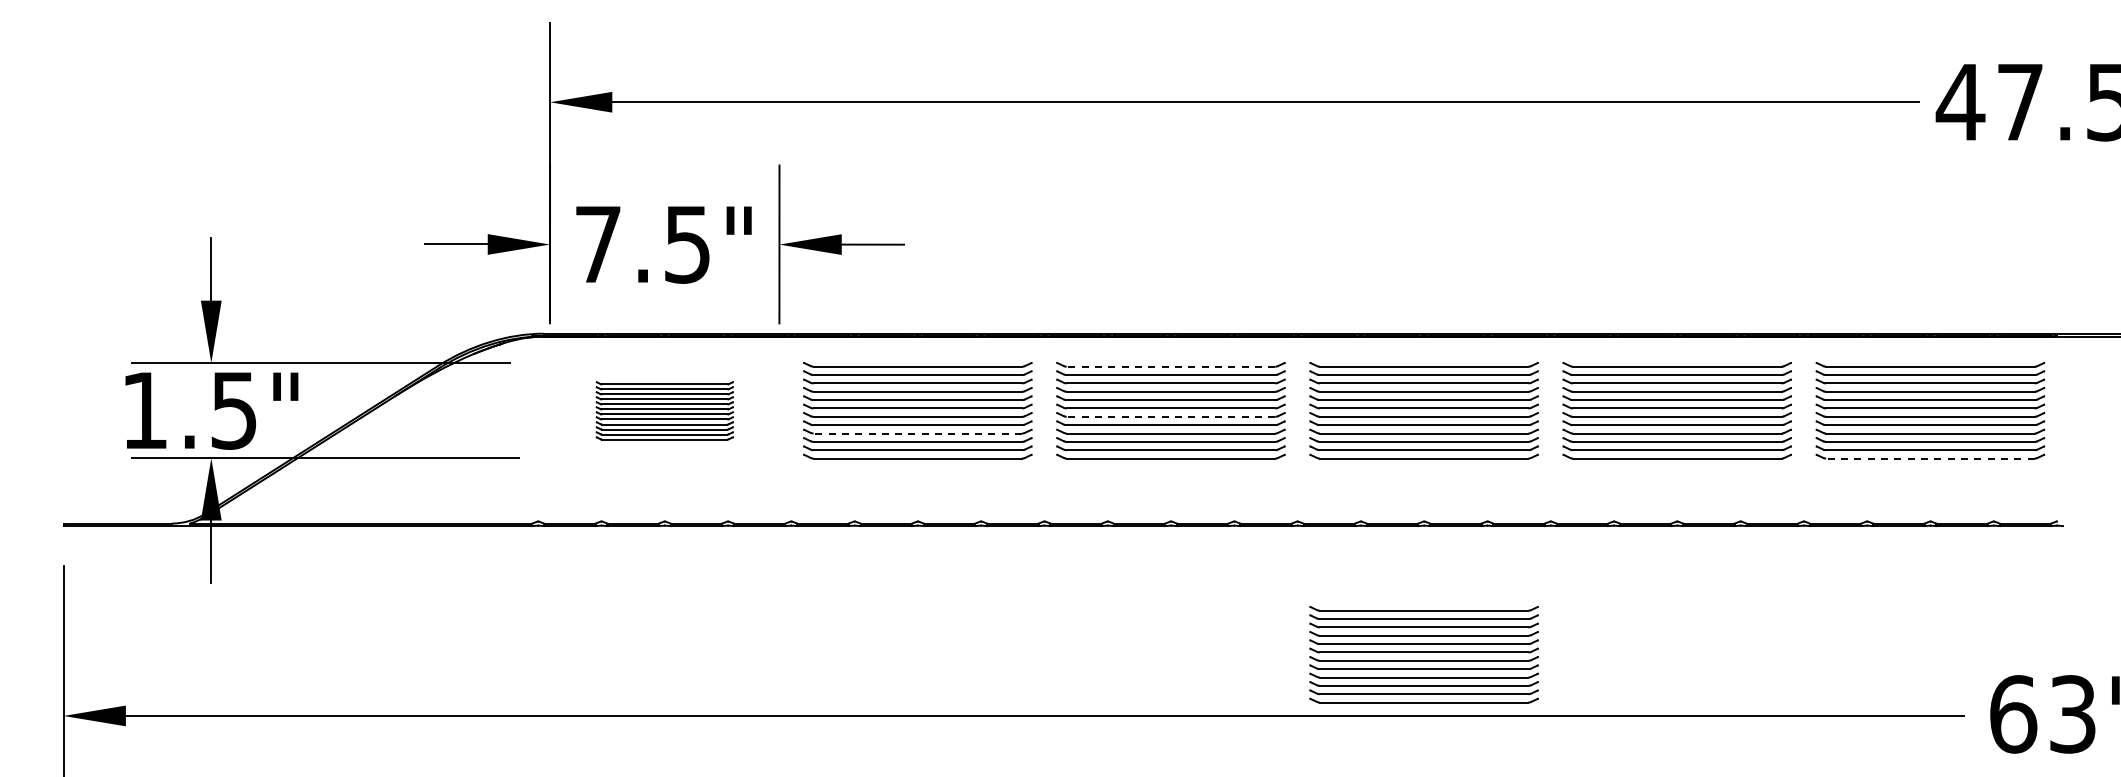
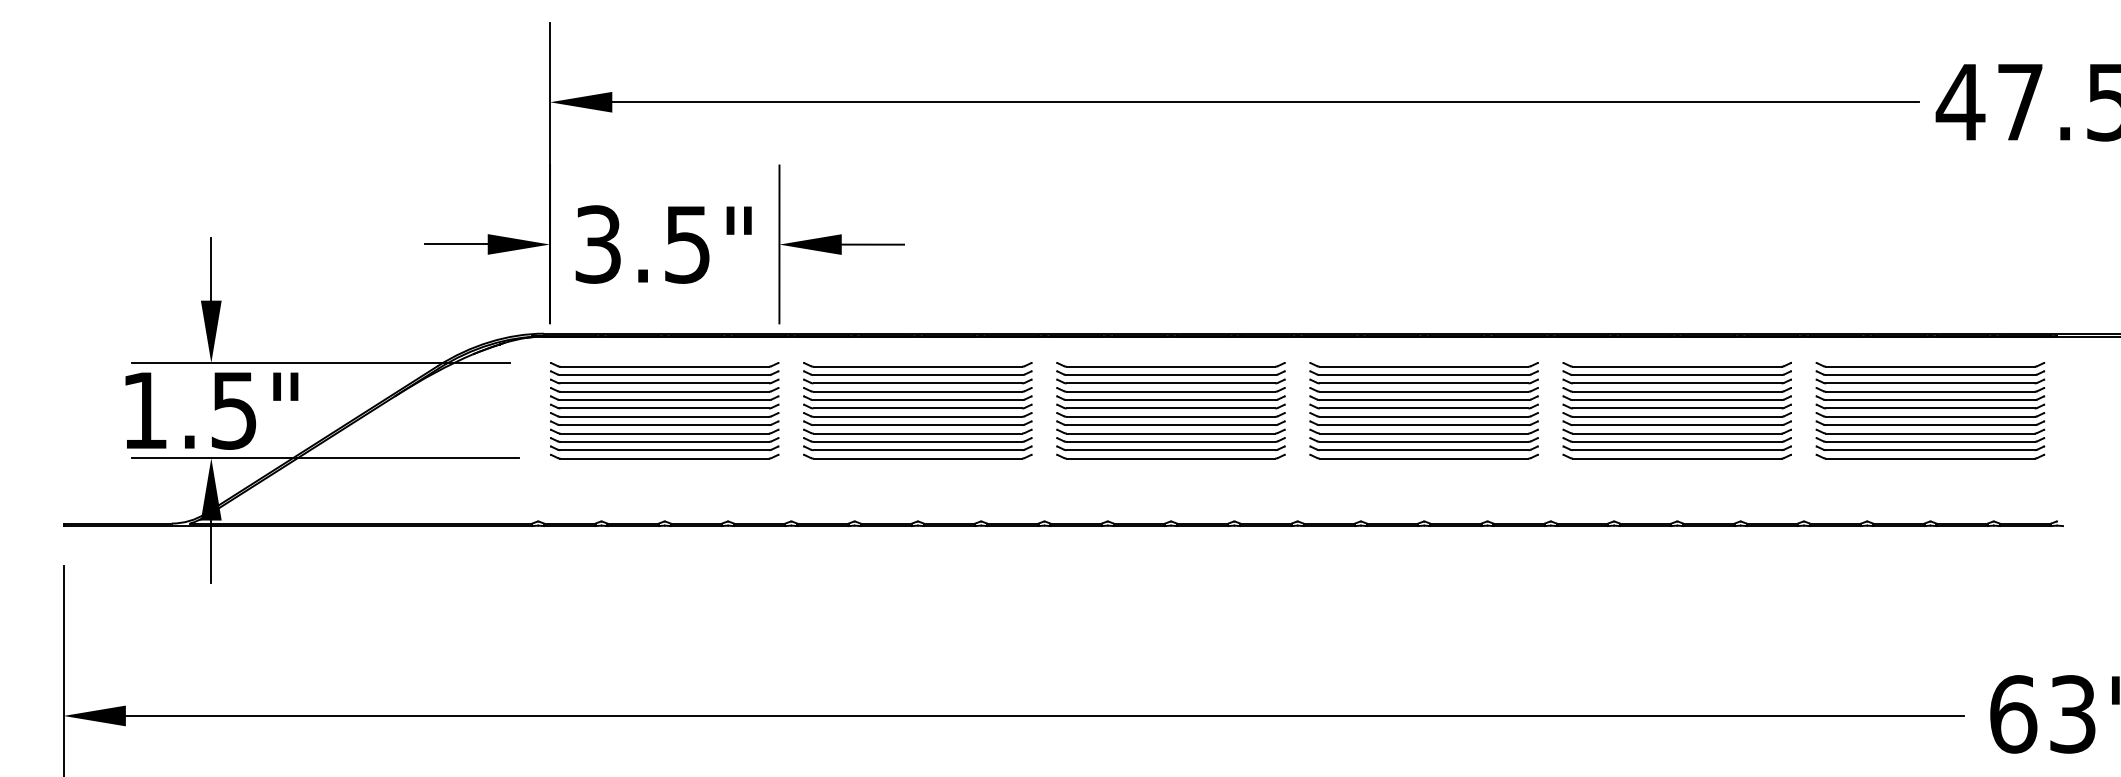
text at (597, 244): 7.5" -> 3.5"
line at (1170, 366): dashed -> solid
part at (664, 410) size: 139x60 px -> 230x98 px
line at (1170, 416): dashed -> solid
line at (917, 433): dashed -> solid
line at (1929, 458): dashed -> solid
part at (1423, 654): present -> none
